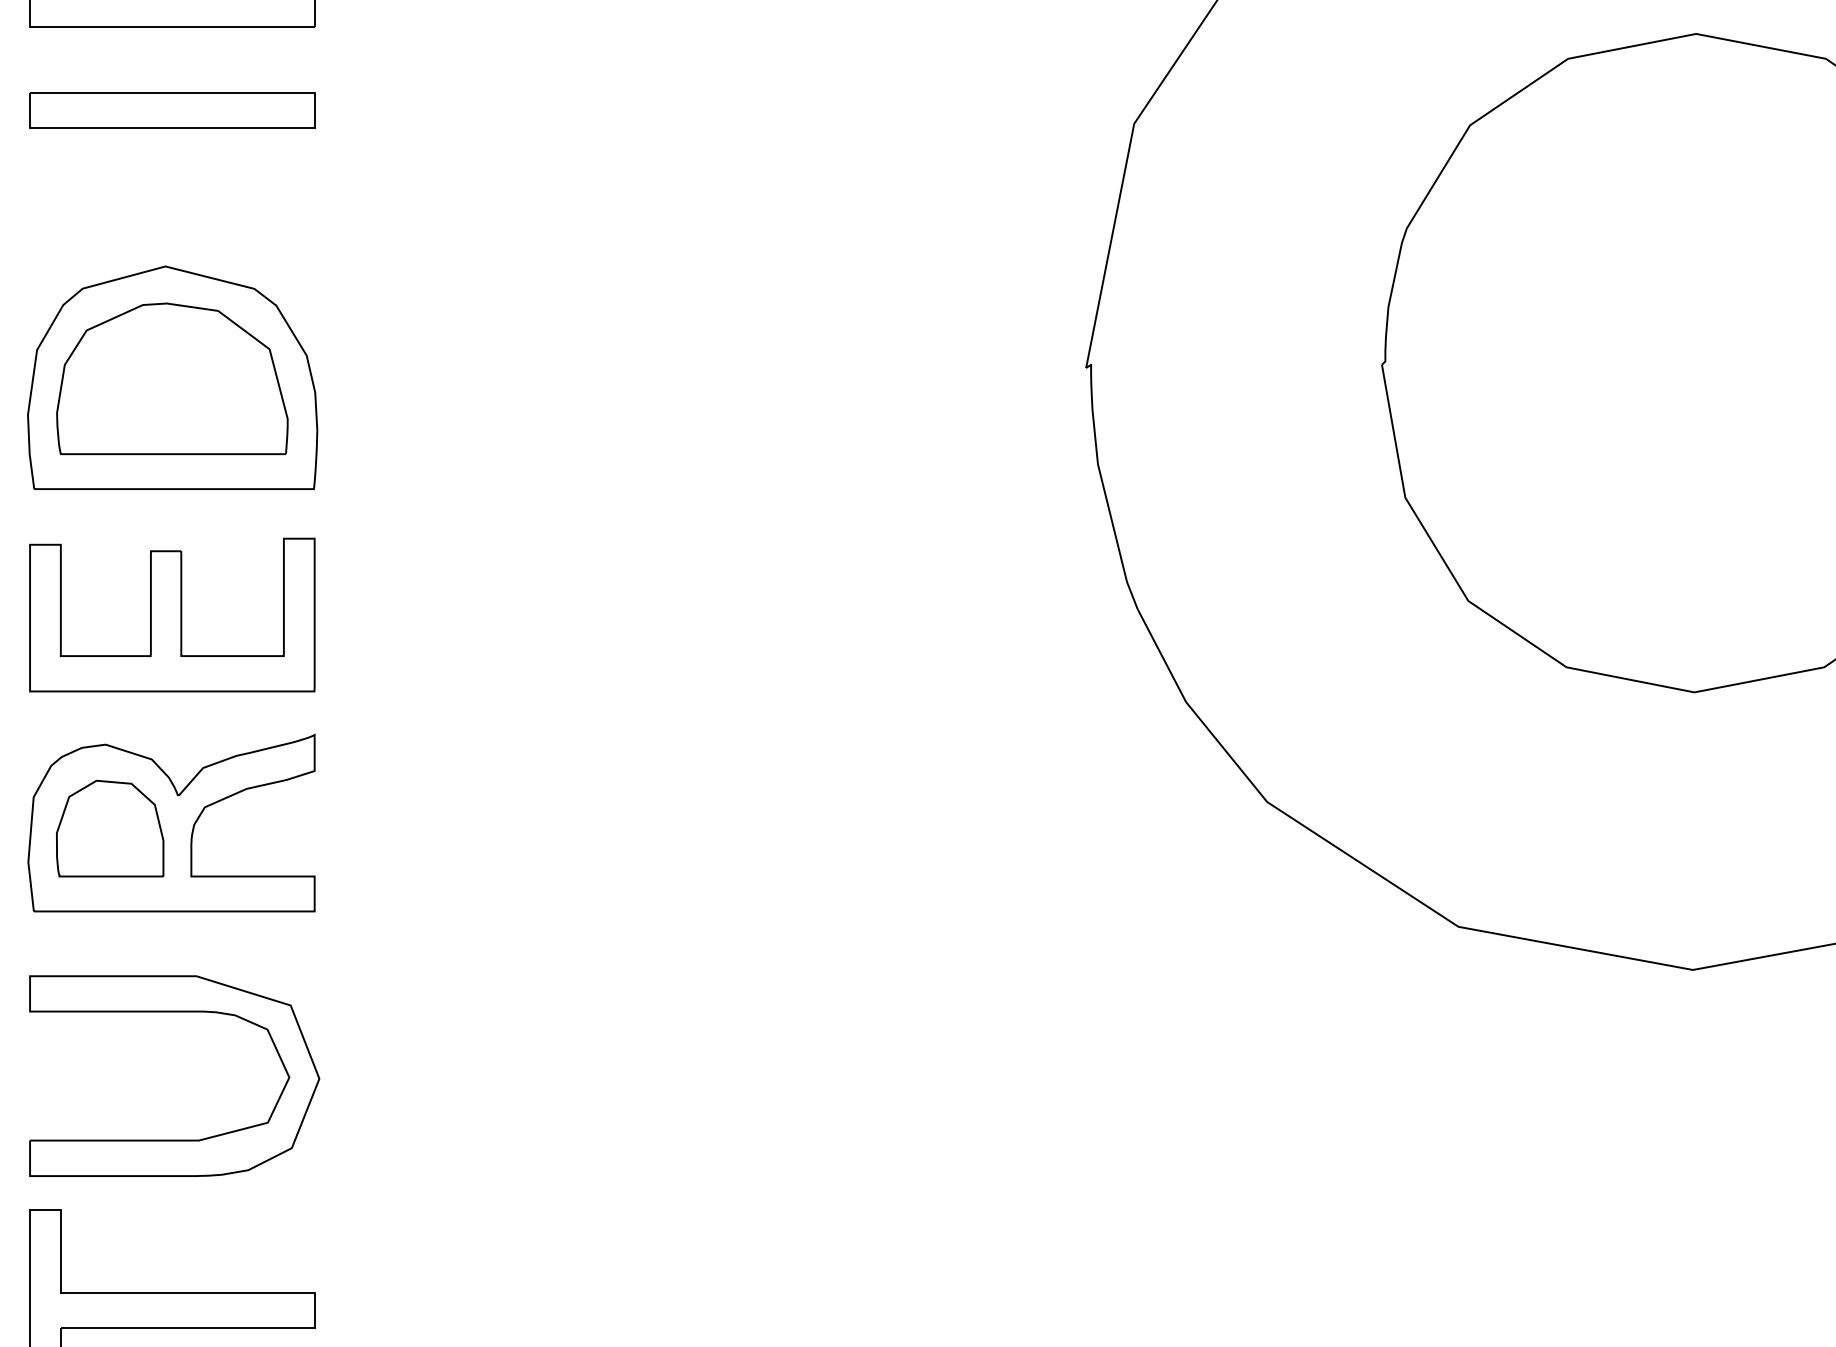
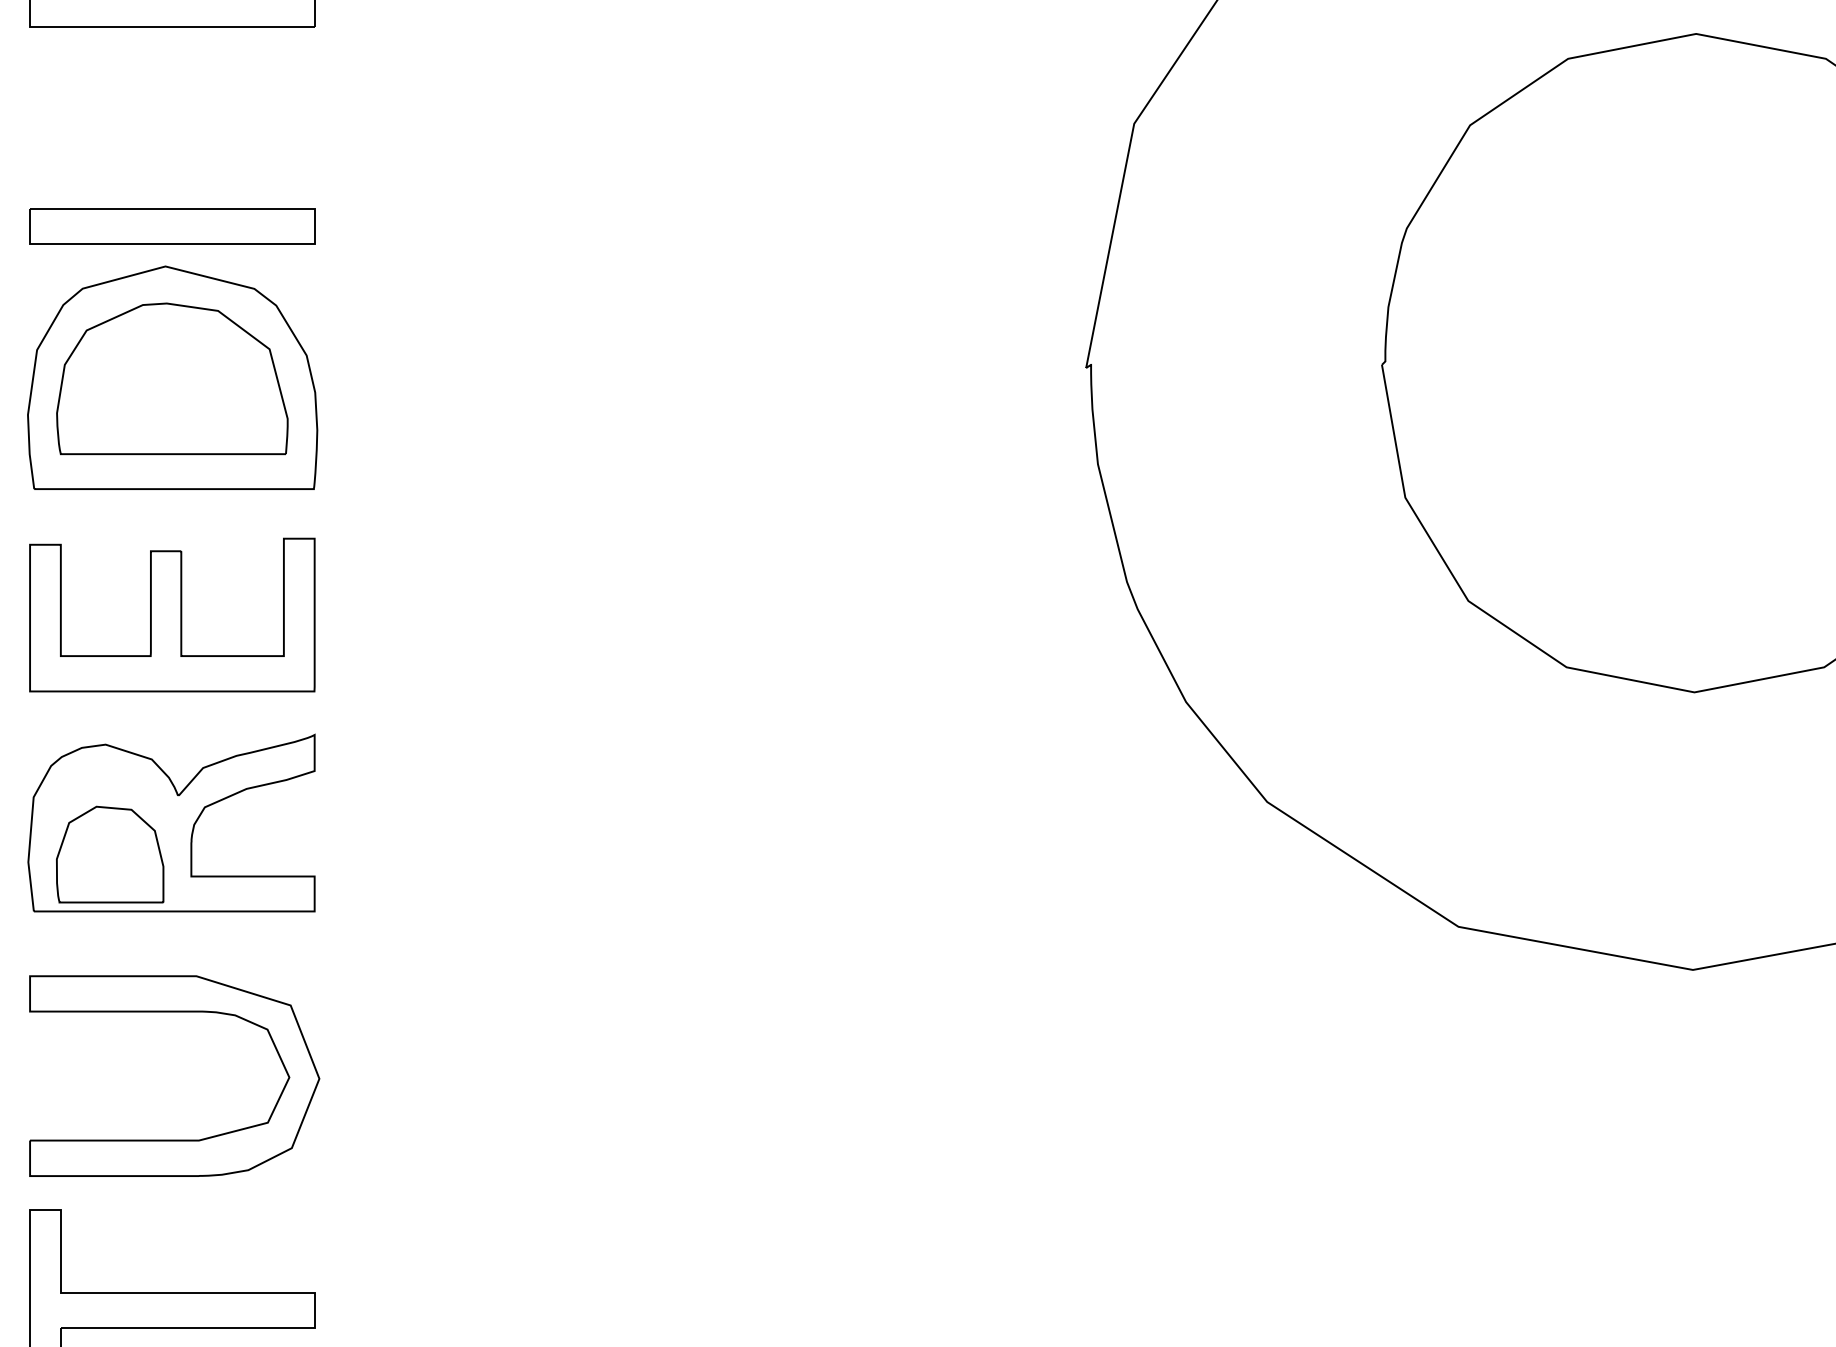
part at (172, 110) position: (172, 110) -> (172, 226)
part at (110, 828) position: (110, 828) -> (110, 854)
